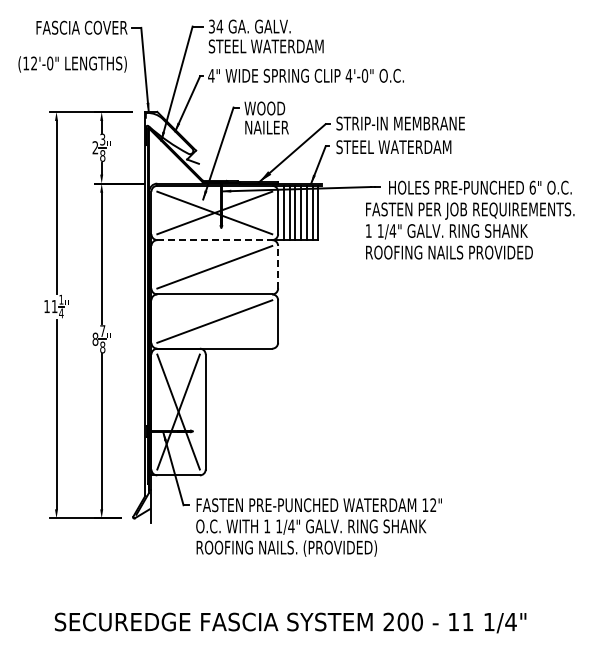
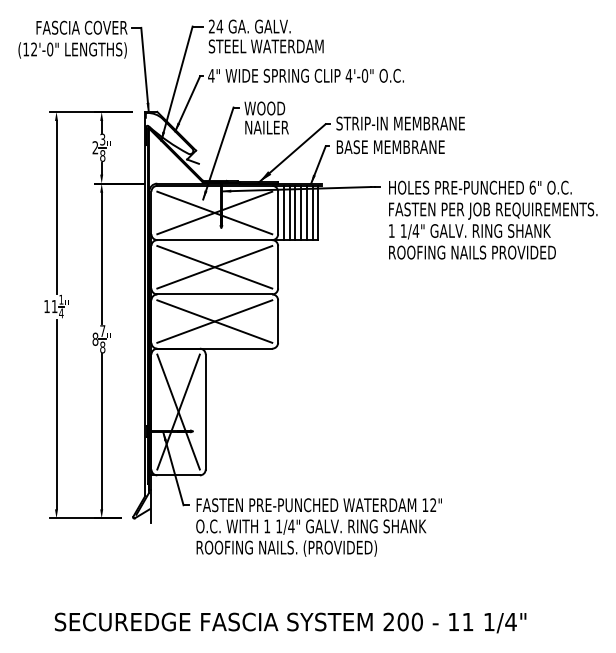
text at (211, 26): 34 -> 24
text at (72, 64) position: (72, 64) -> (72, 50)
text at (393, 147): STEEL WATERDAM -> BASE MEMBRANE
text at (470, 230) position: (470, 230) -> (493, 230)
line at (215, 240): dashed -> solid
line at (278, 266): dashed -> solid
line at (214, 267): none -> present
line at (214, 321): none -> present
